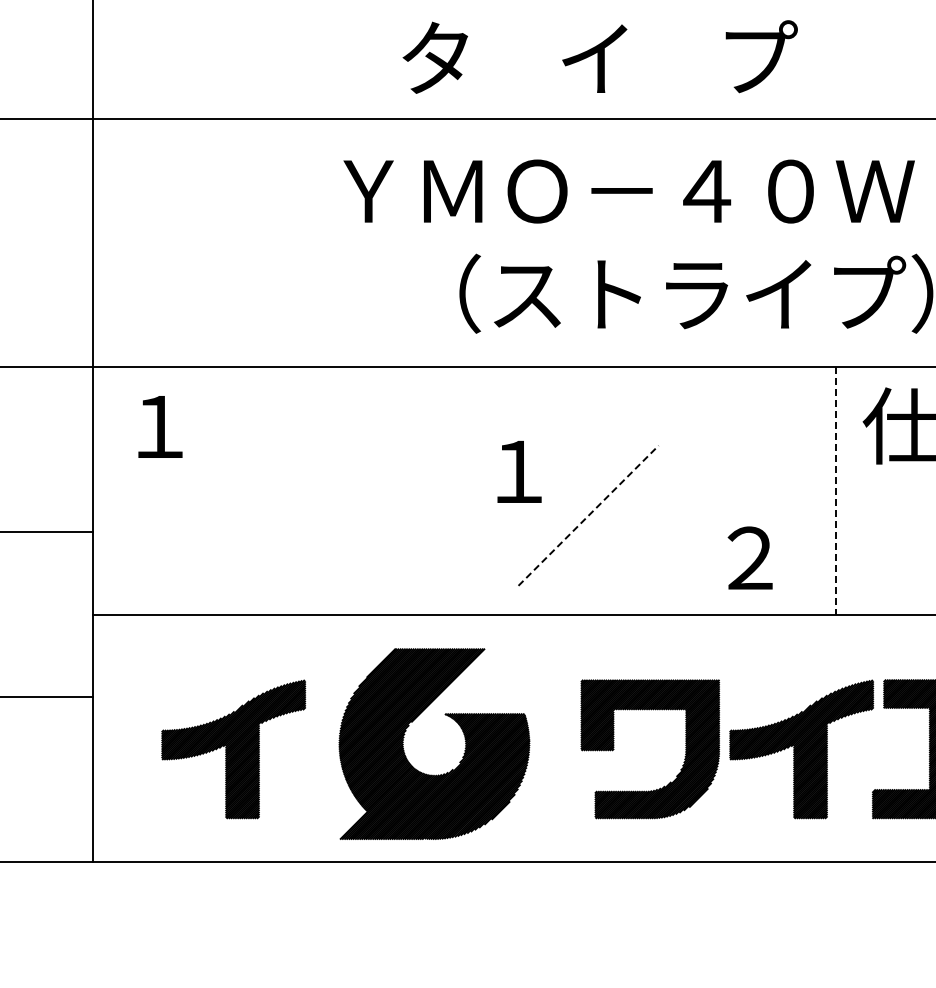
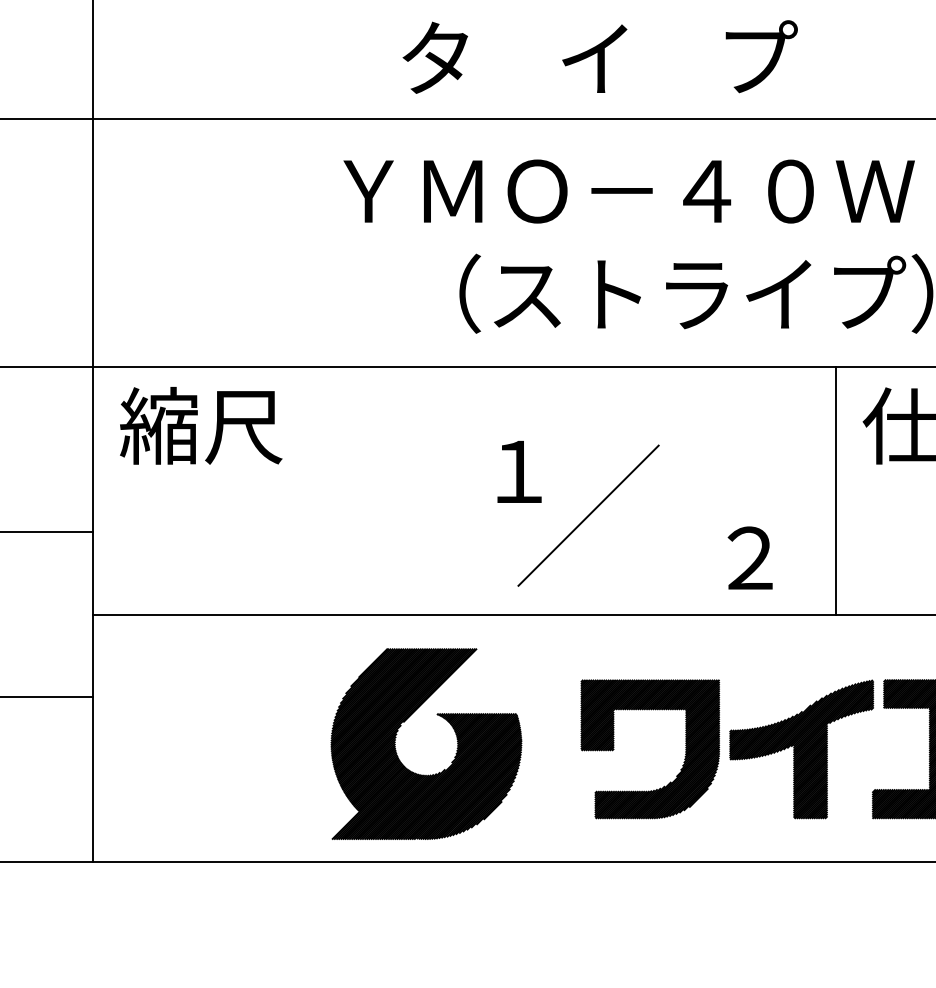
text at (201, 425): １ -> 縮尺
line at (836, 490): dashed -> solid
line at (588, 515): dashed -> solid
part at (447, 716) position: (447, 716) -> (439, 716)
part at (233, 749): present -> none
